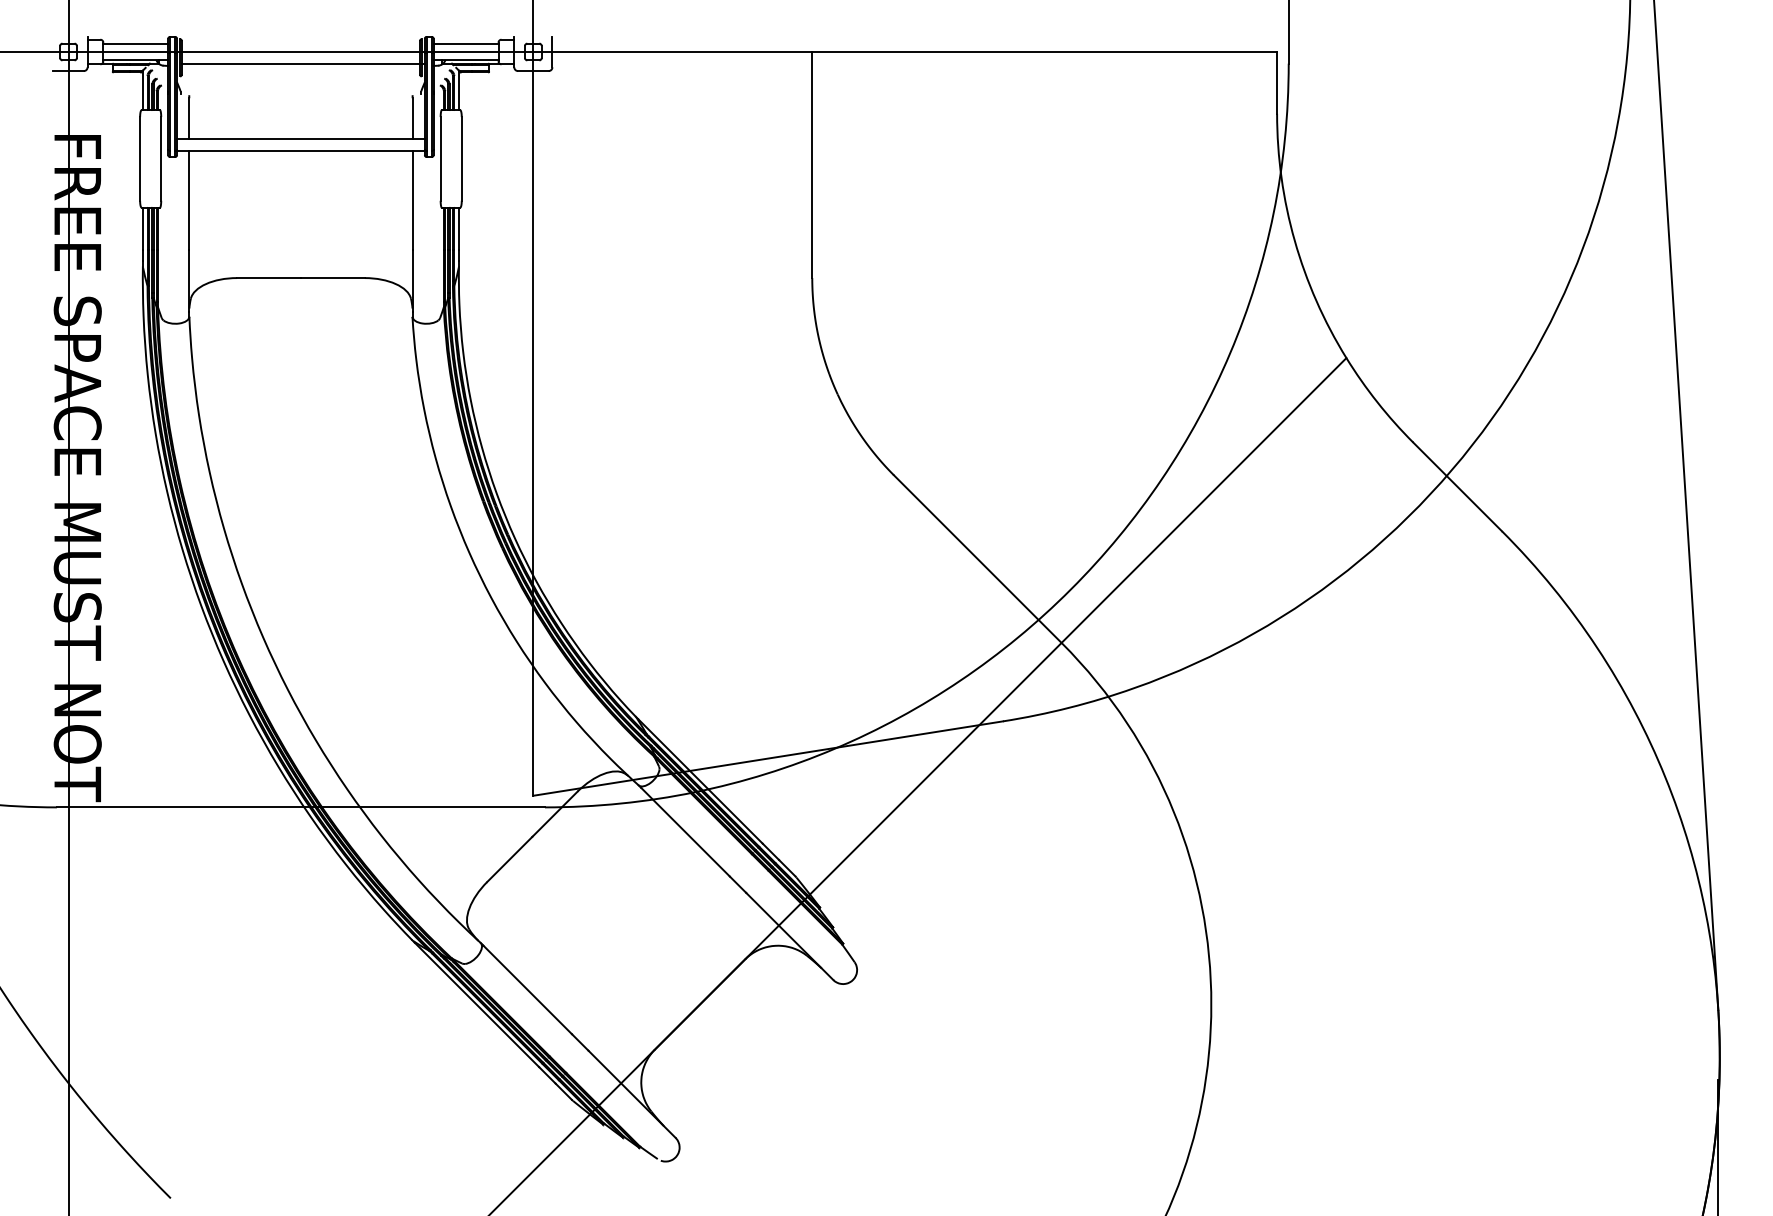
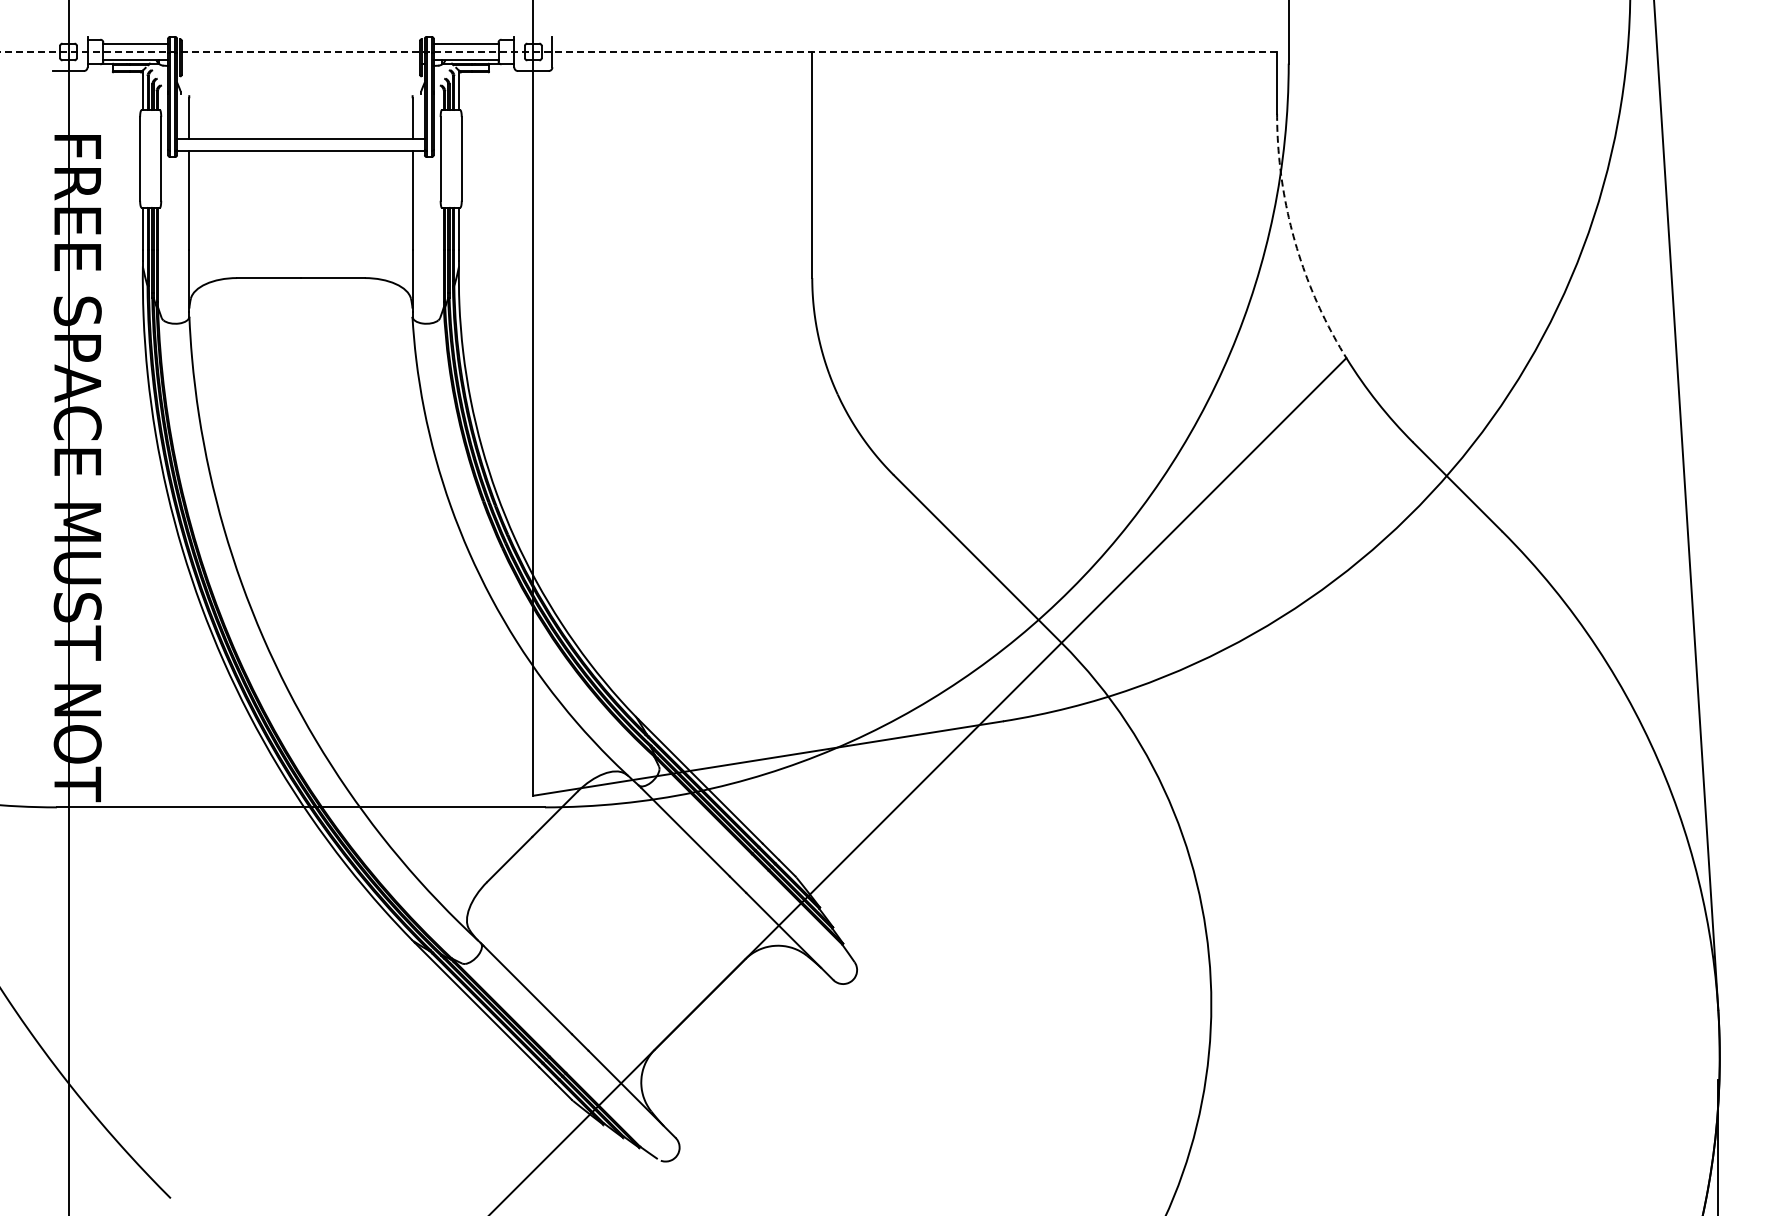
line at (638, 52): solid -> dashed
line at (300, 63): present -> none
arc at (1294, 240): solid -> dashed
